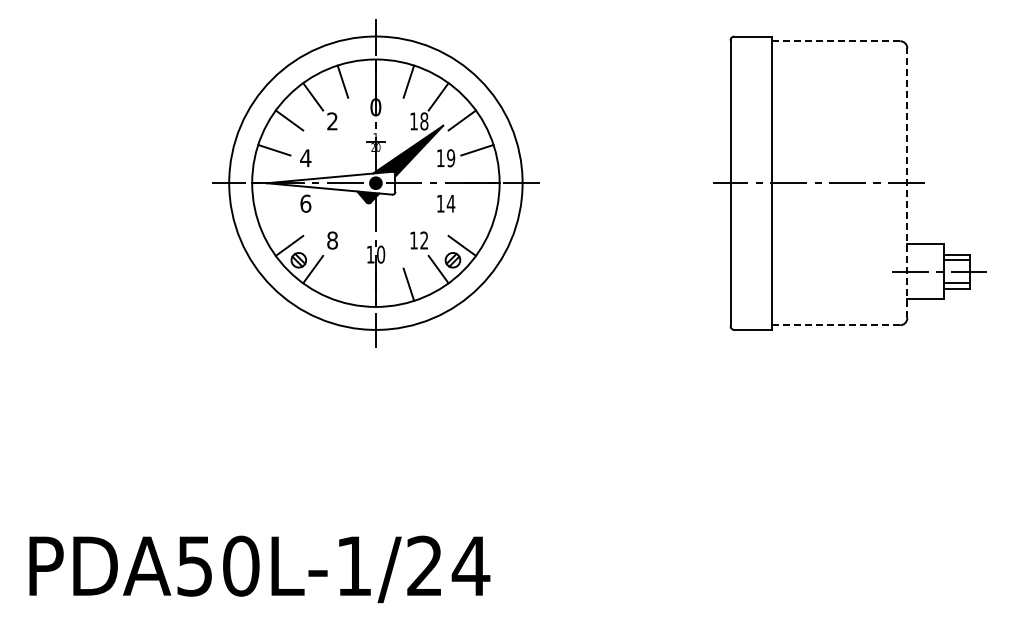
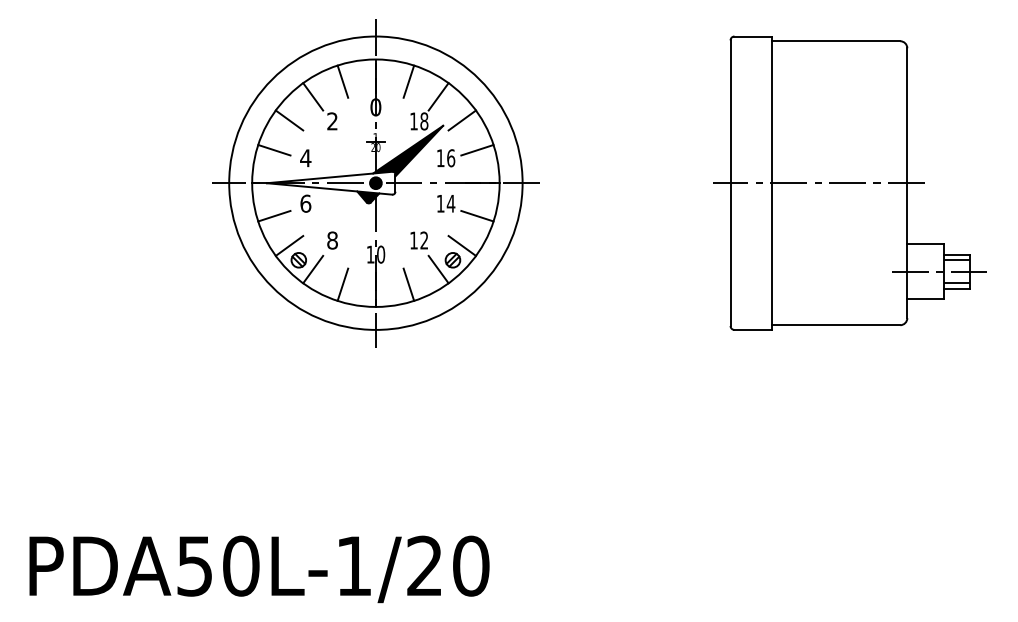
line at (836, 41): dashed -> solid
text at (451, 158): 19 -> 16
line at (907, 183): dashed -> solid
line at (274, 215): none -> present
line at (477, 215): none -> present
line at (342, 284): none -> present
line at (835, 325): dashed -> solid
text at (470, 565): PDA50L-1/24 -> PDA50L-1/20
